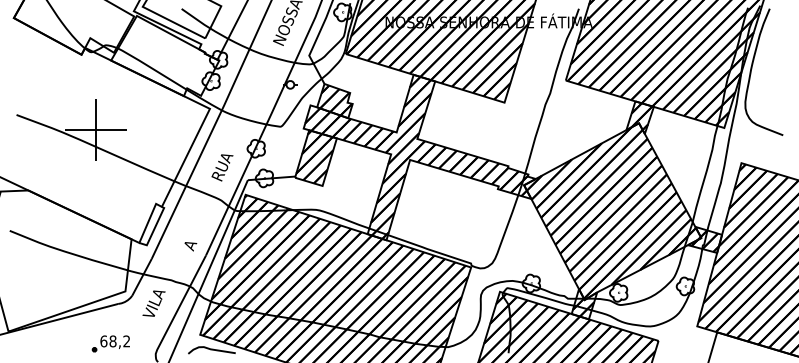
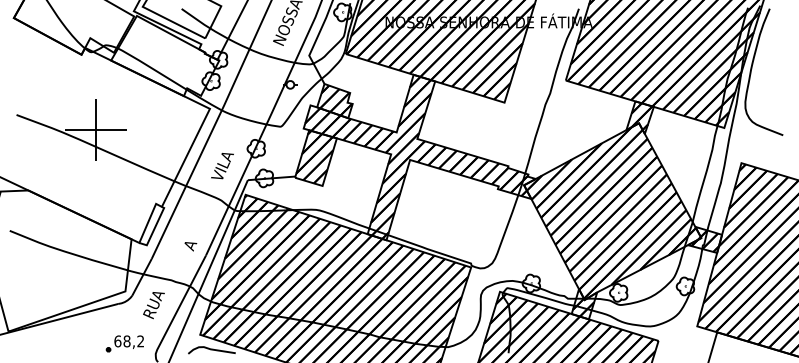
text at (222, 166): RUA -> VILA
text at (153, 304): VILA -> RUA
part at (110, 343) position: (110, 343) -> (124, 343)
